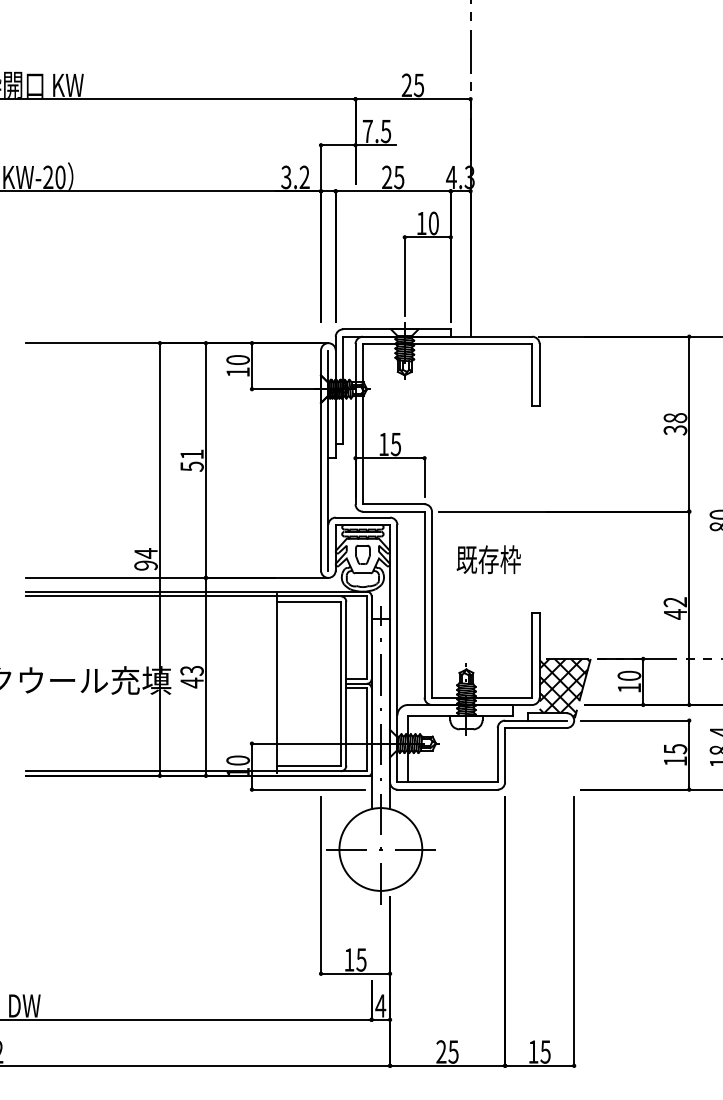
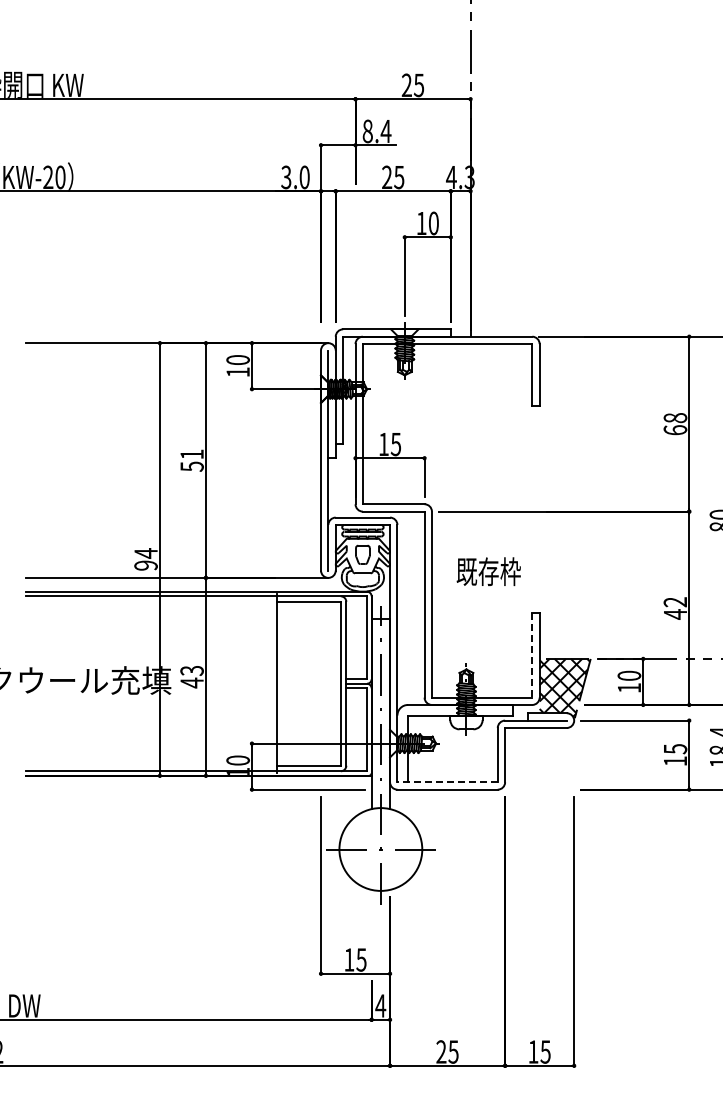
text at (376, 131): 7.5 -> 8.4
text at (304, 177): 3.2 -> 3.0
text at (675, 430): 38 -> 68
text at (488, 559) position: (488, 559) -> (488, 571)
line at (532, 655): solid -> dashed
line at (447, 782): solid -> dashed
